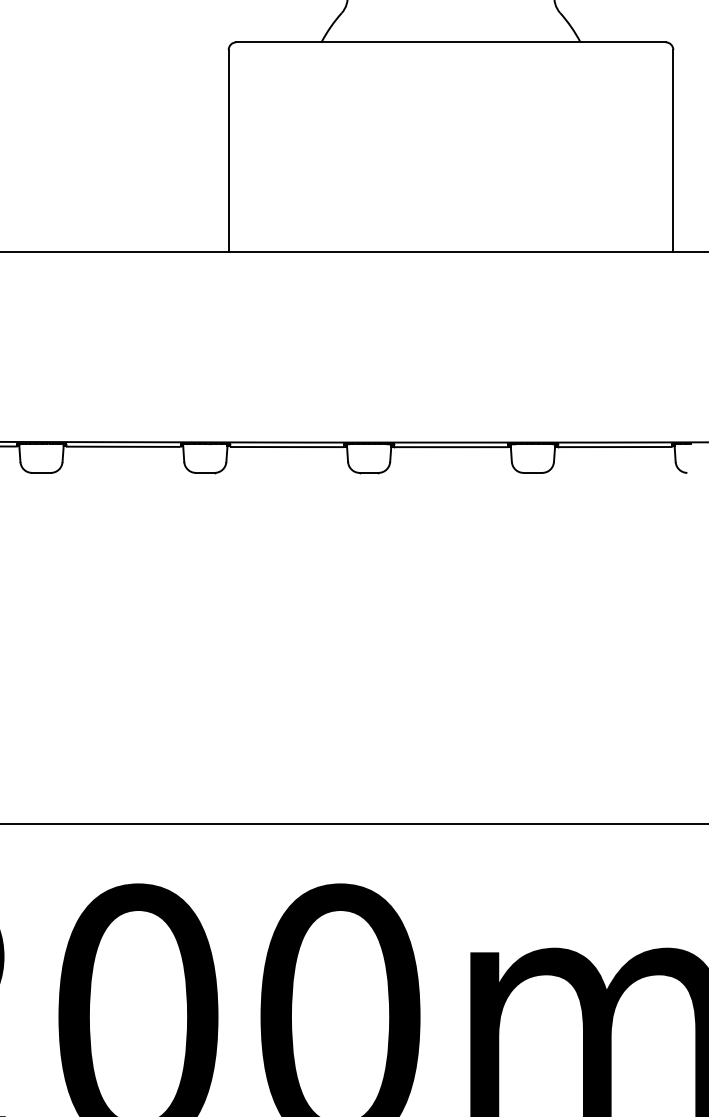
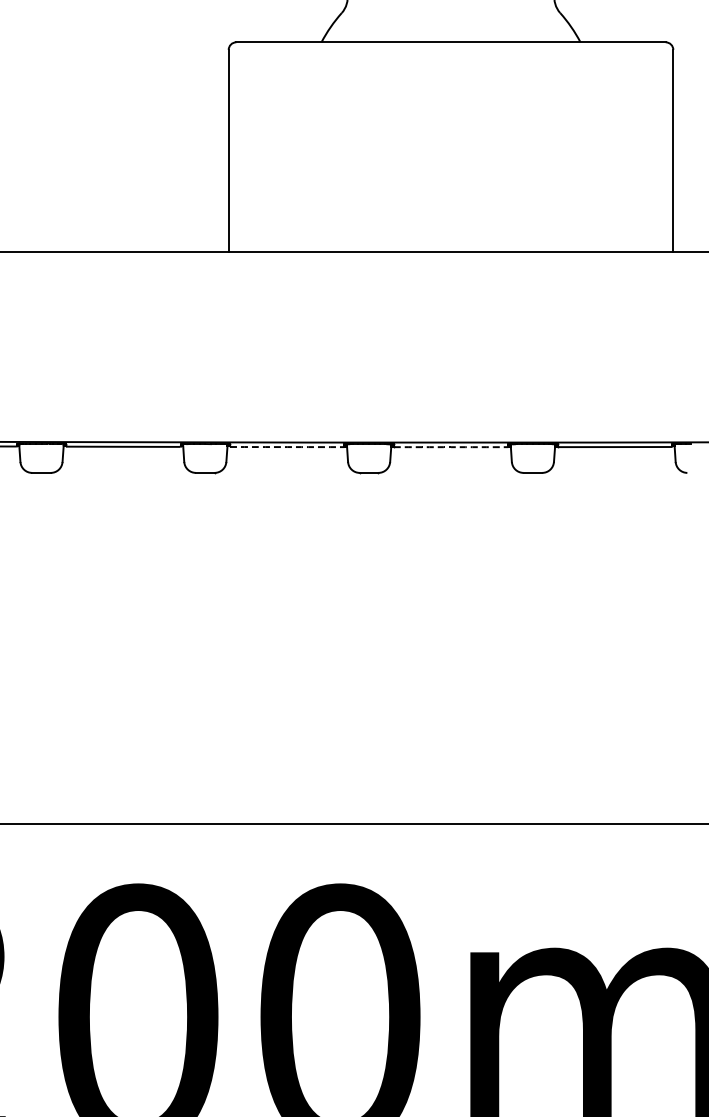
arc at (287, 447): solid -> dashed
arc at (451, 447): solid -> dashed
